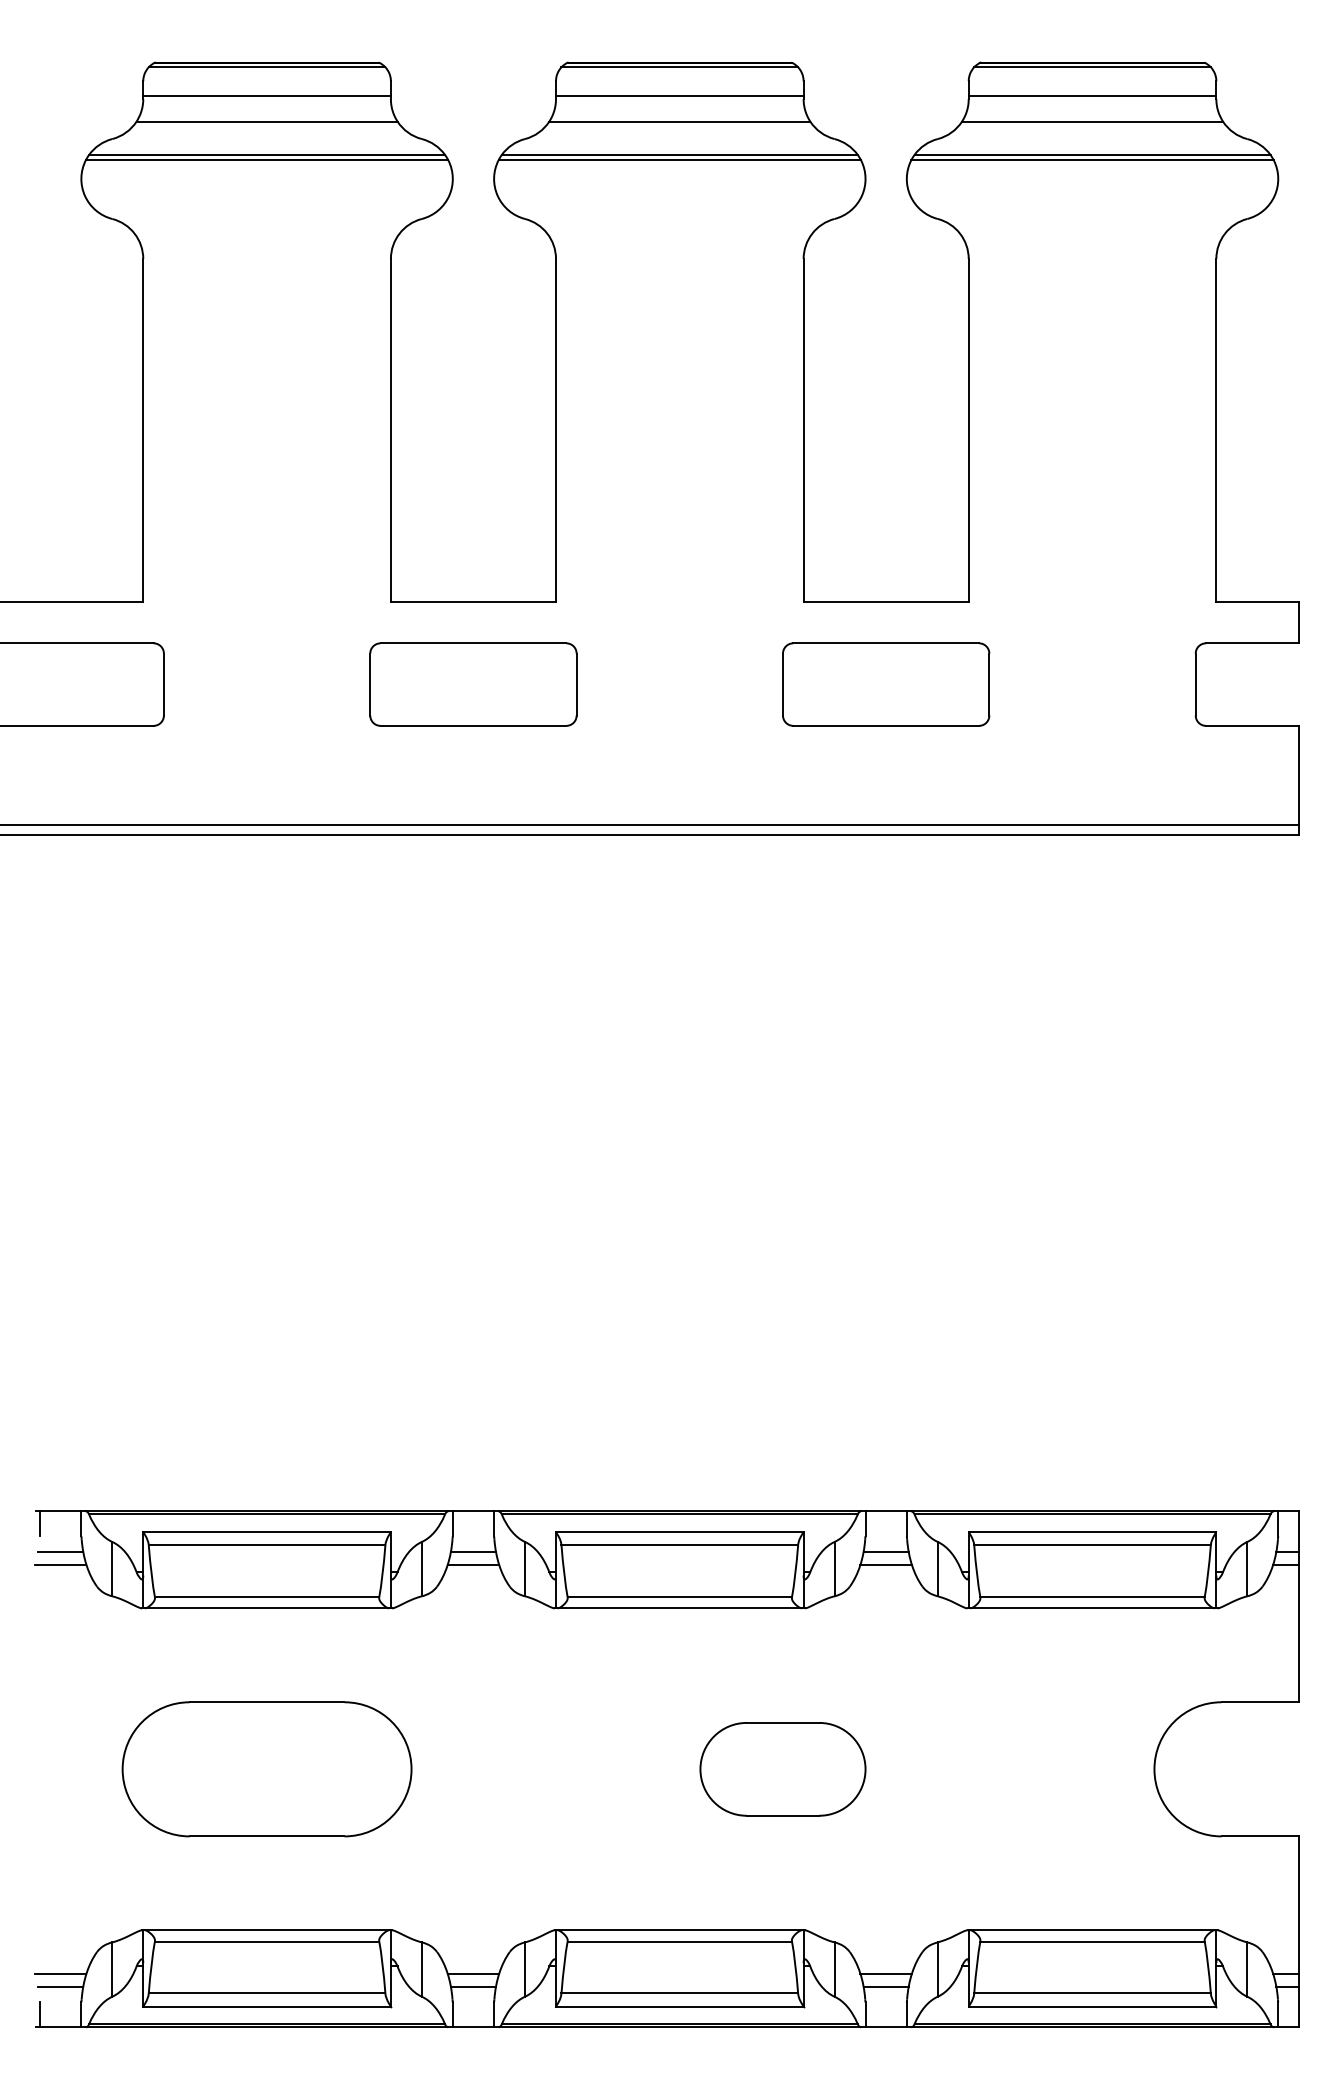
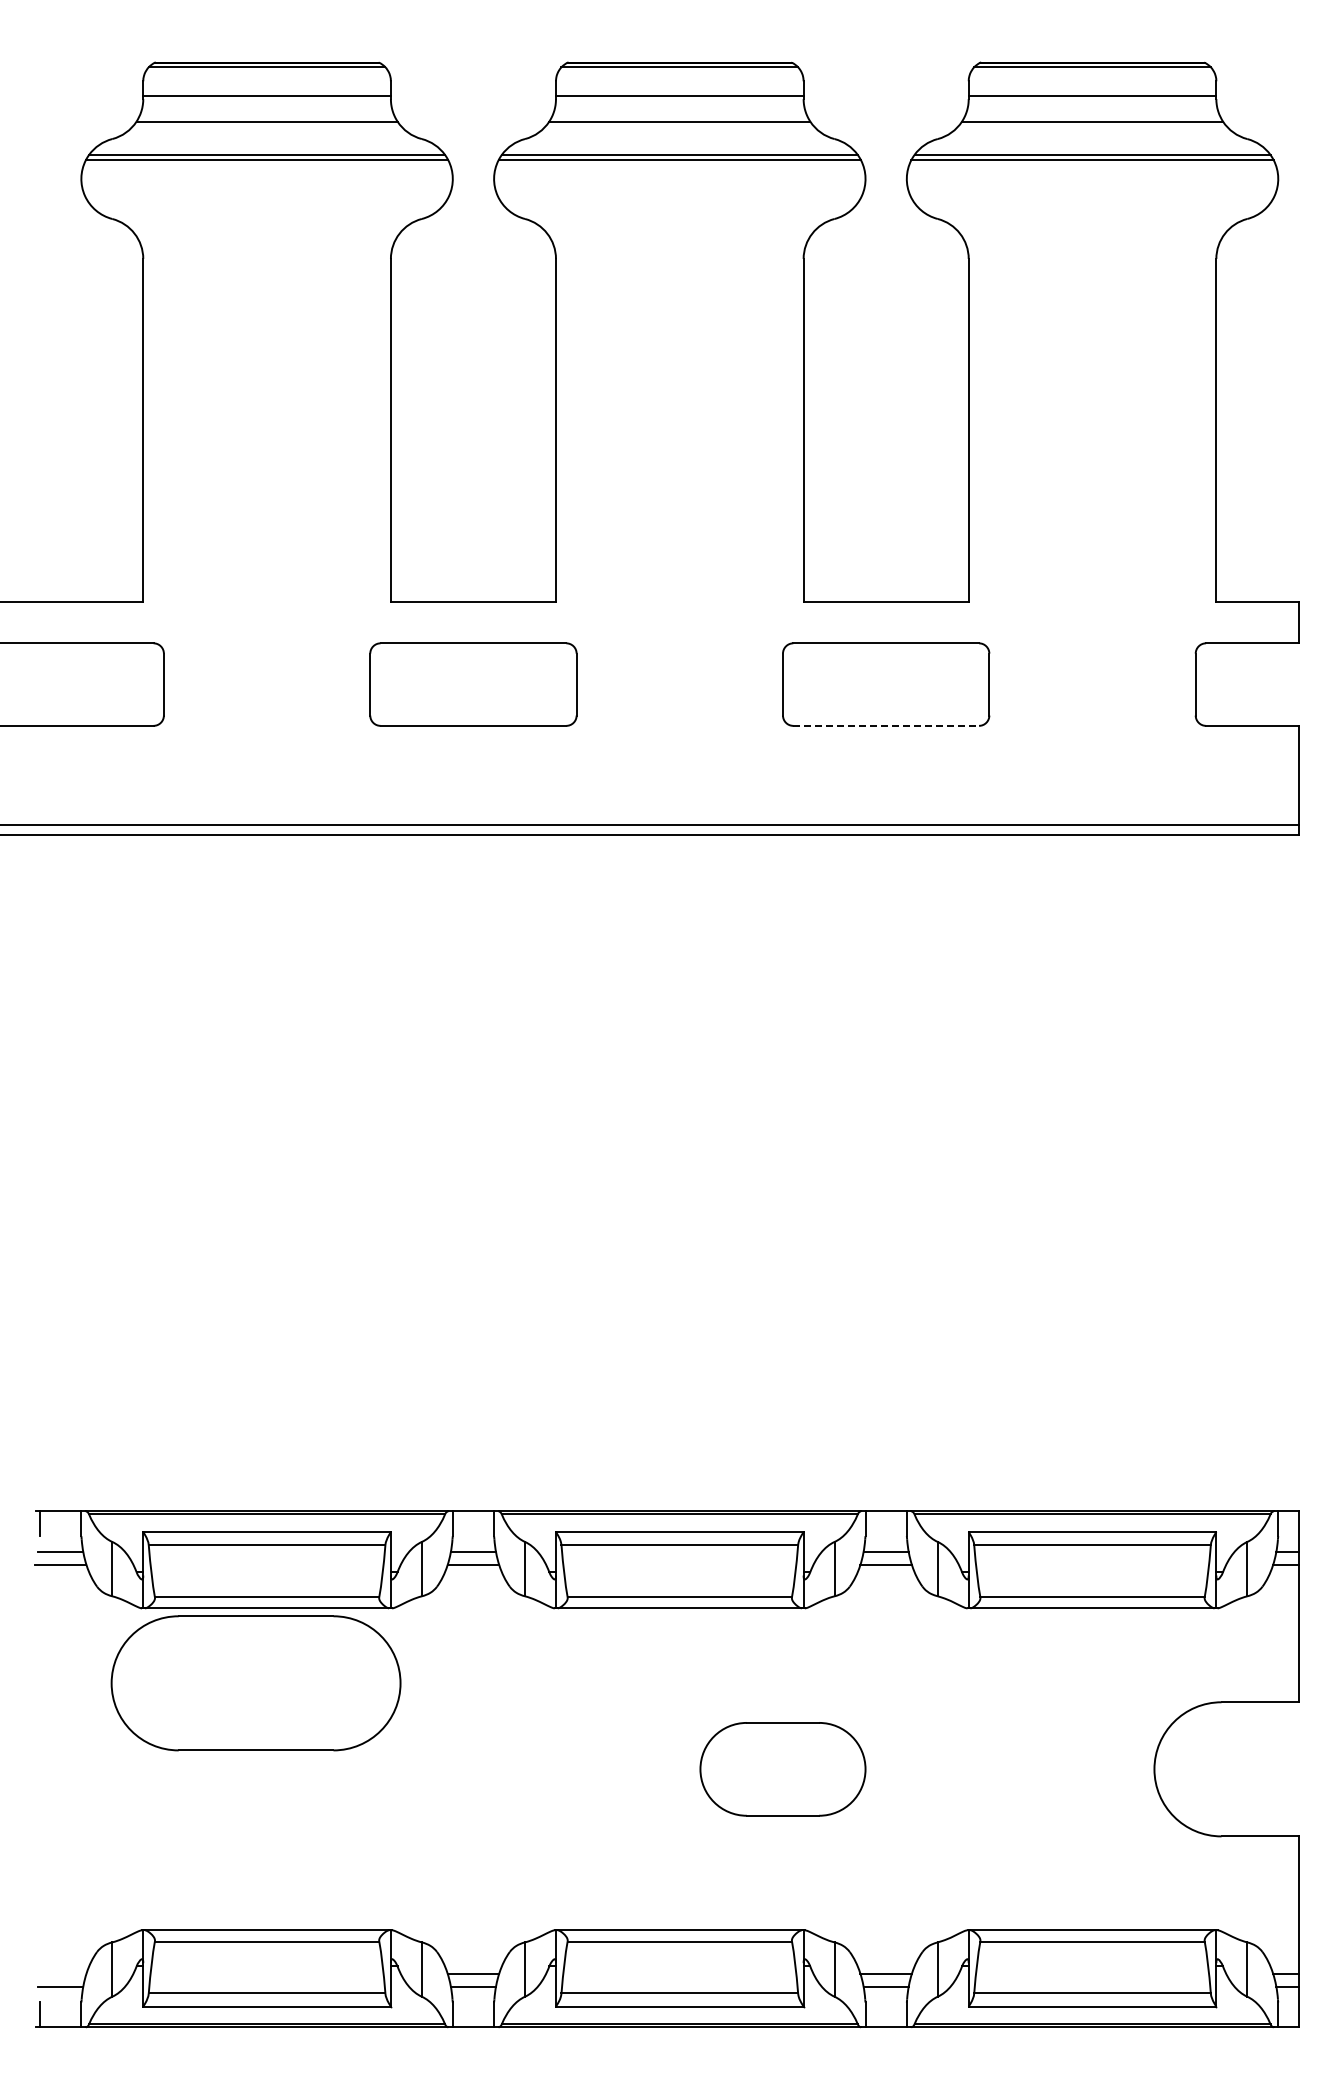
line at (886, 725): solid -> dashed
part at (266, 1769) position: (266, 1769) -> (255, 1683)
line at (60, 1973): present -> none
